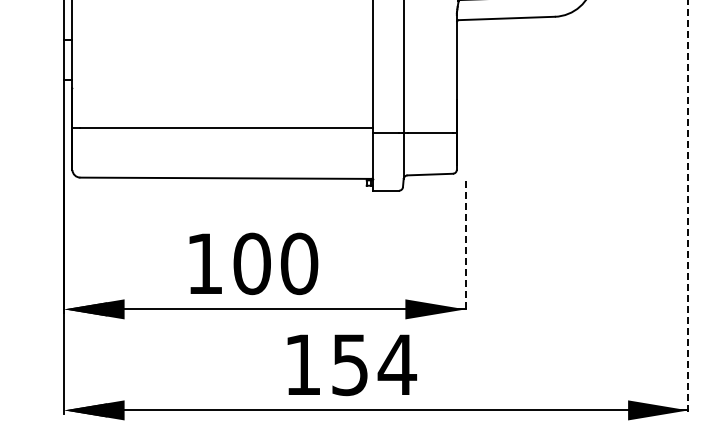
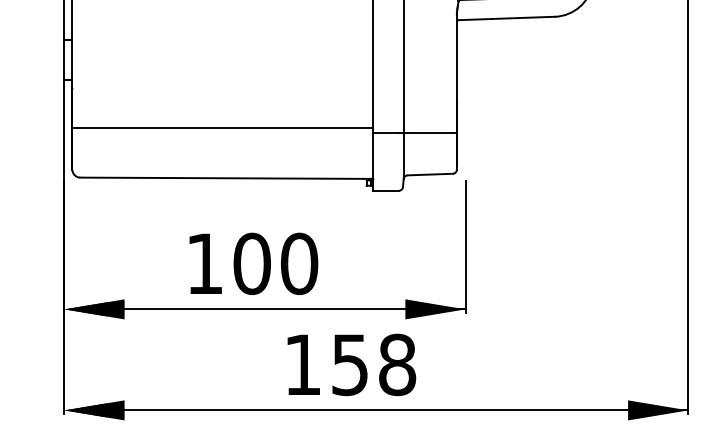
line at (688, 207): dashed -> solid
line at (465, 247): dashed -> solid
text at (397, 364): 154 -> 158
